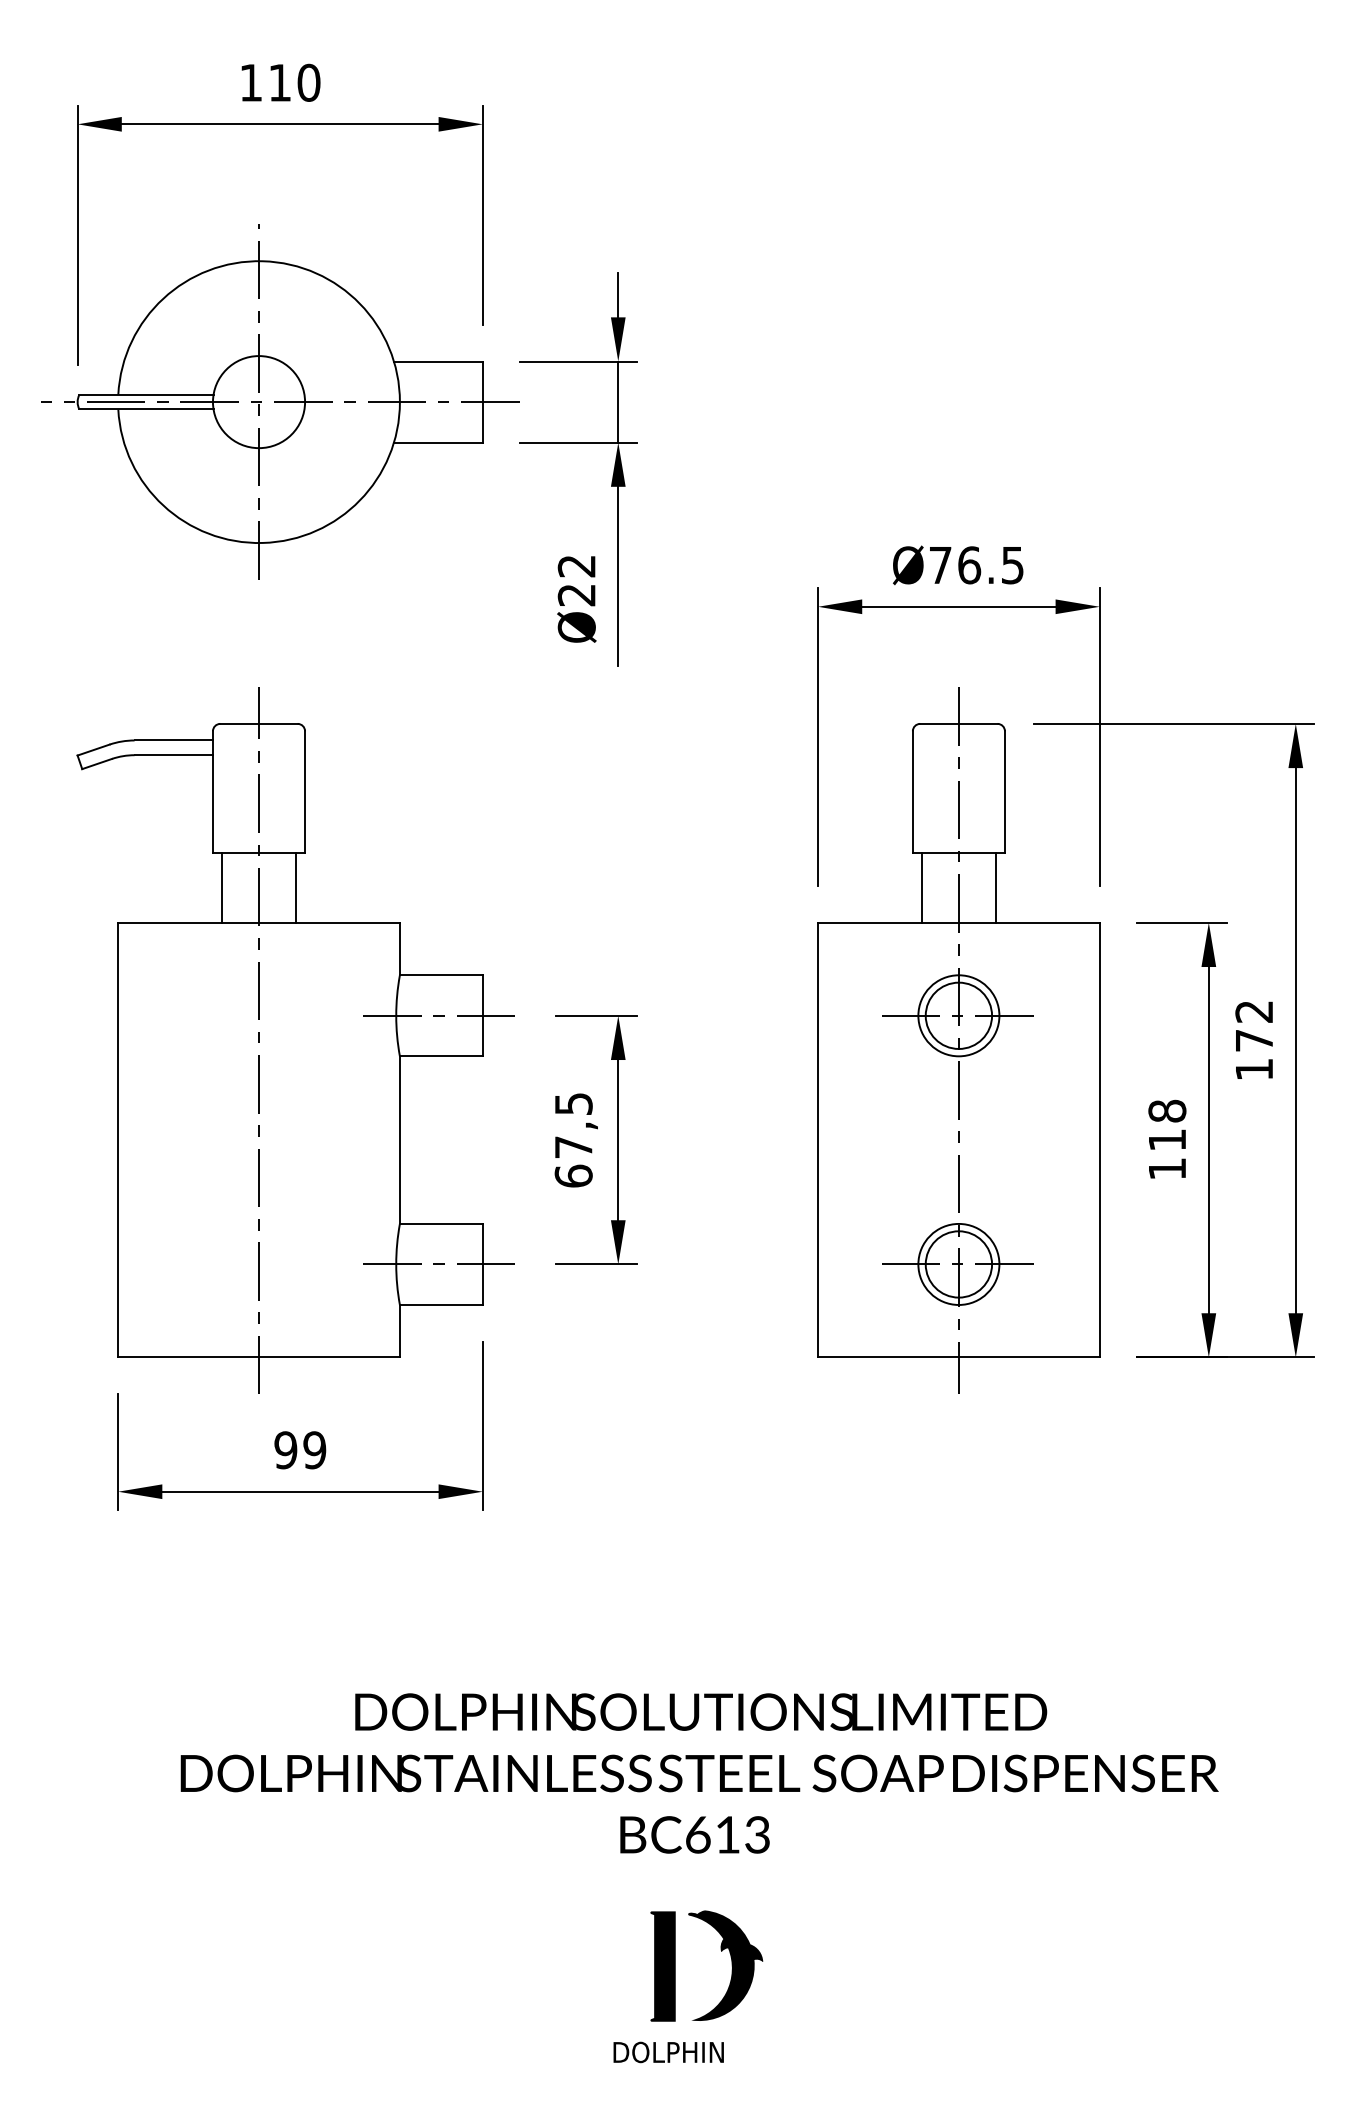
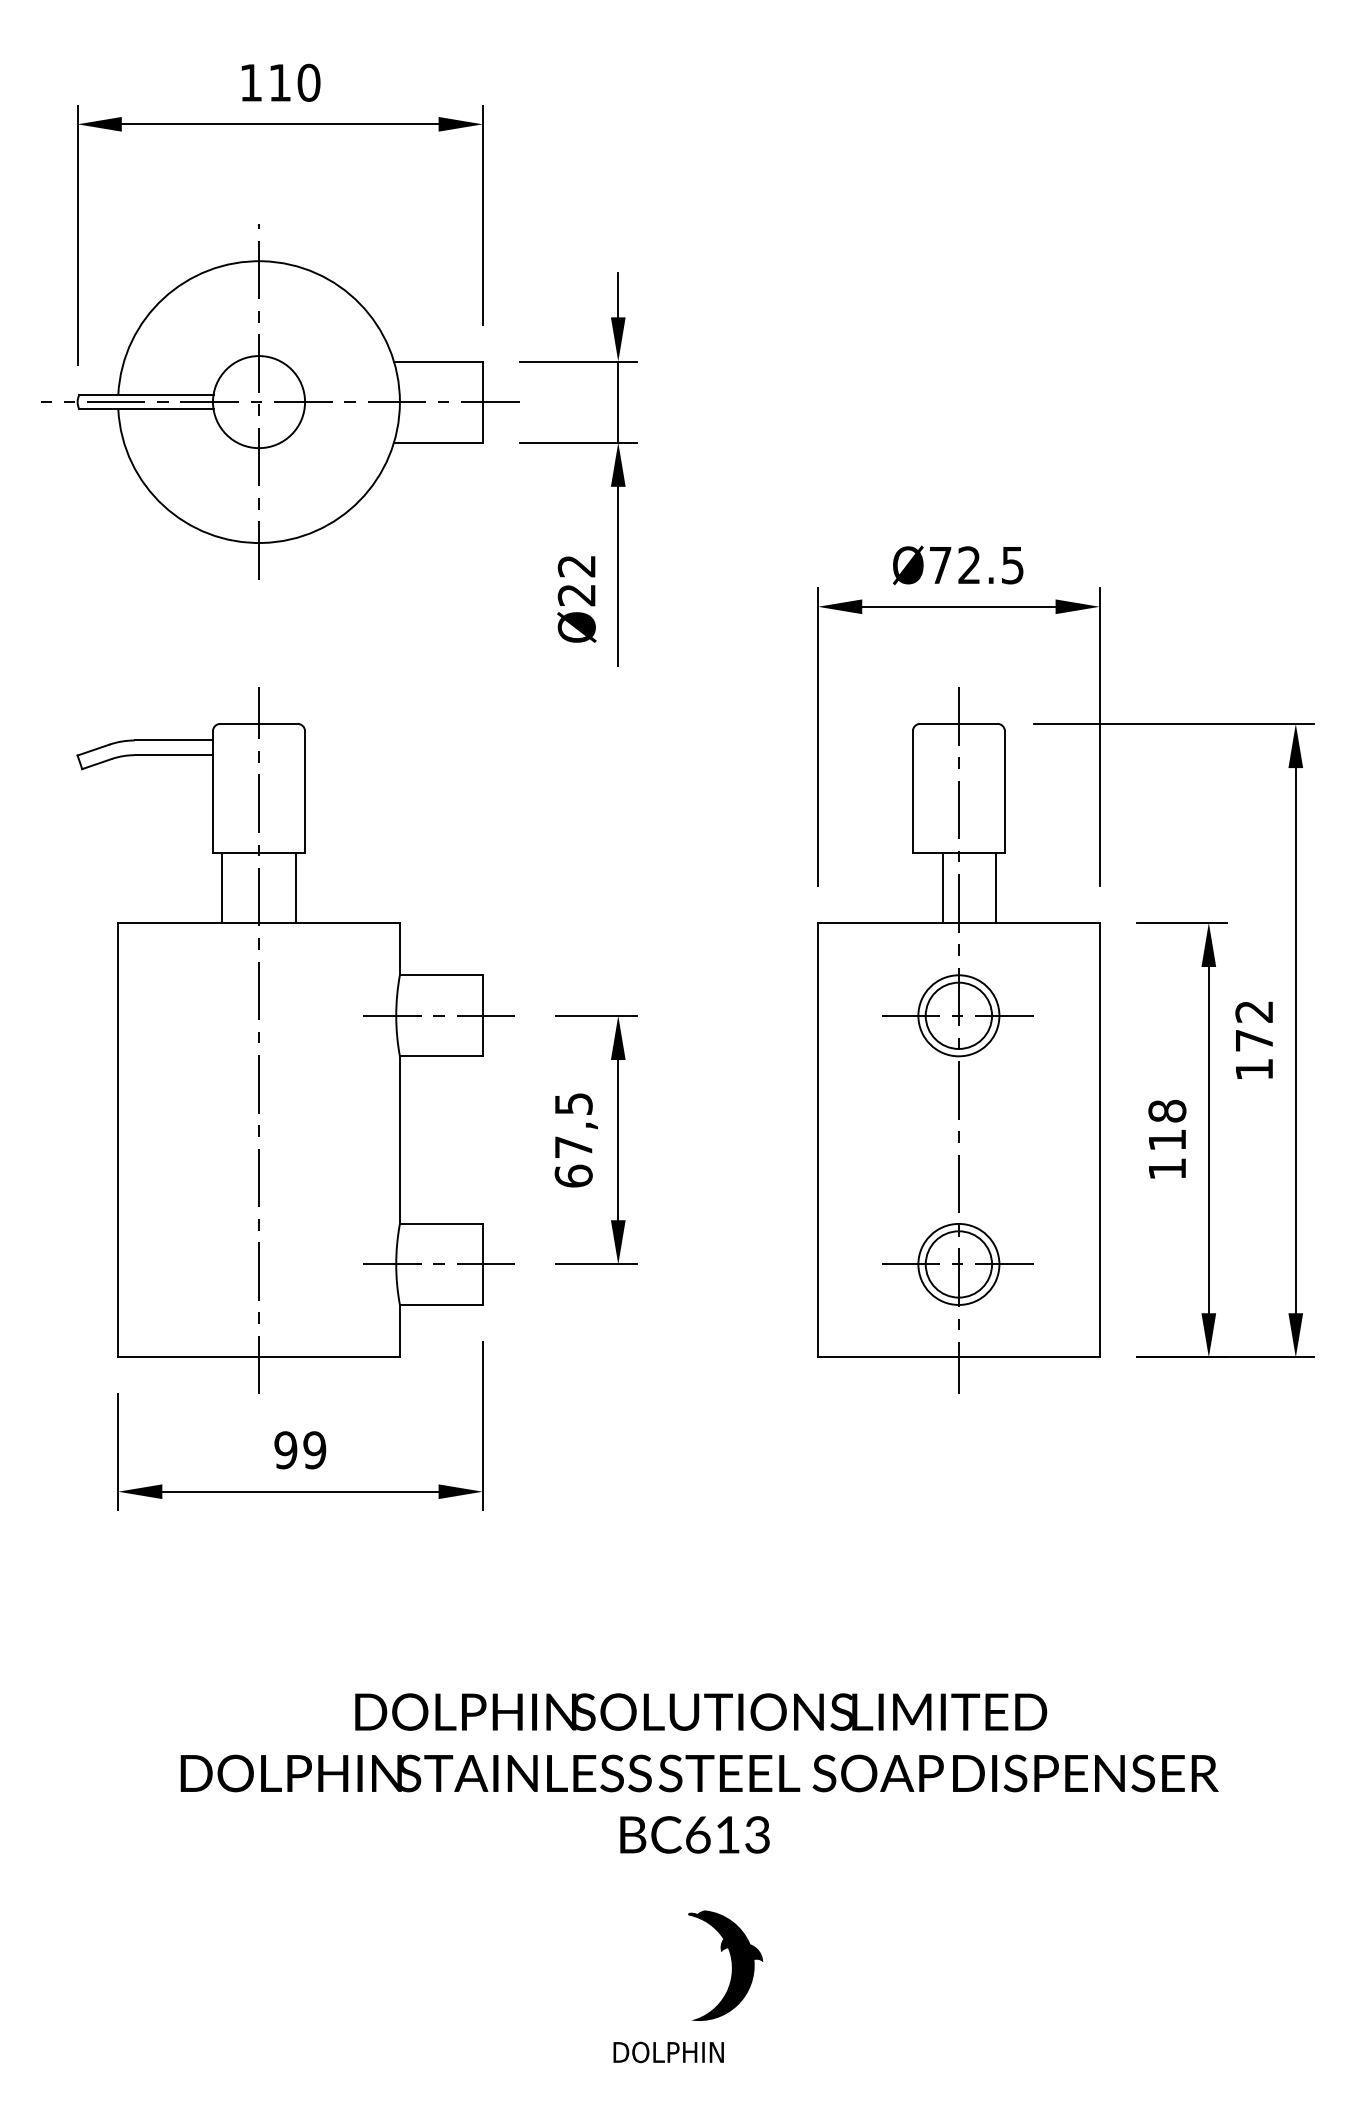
text at (969, 565): Ø76.5 -> Ø72.5
line at (922, 887) position: (922, 887) -> (943, 887)
part at (662, 1966): present -> none
